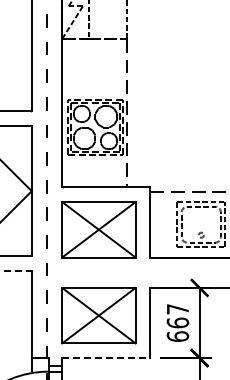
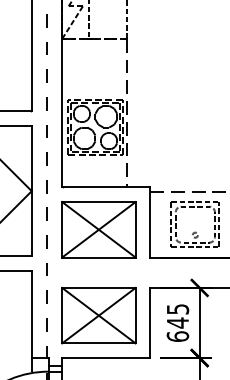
part at (200, 231) position: (200, 231) -> (194, 231)
line at (16, 271): dashed -> solid
text at (177, 316): 667 -> 645
line at (106, 358): dashed -> solid
